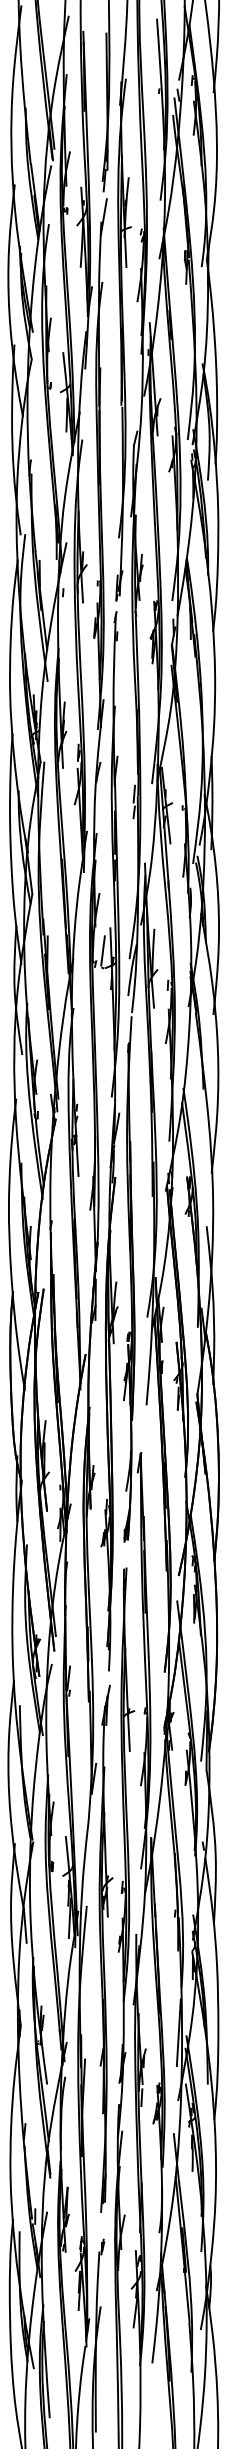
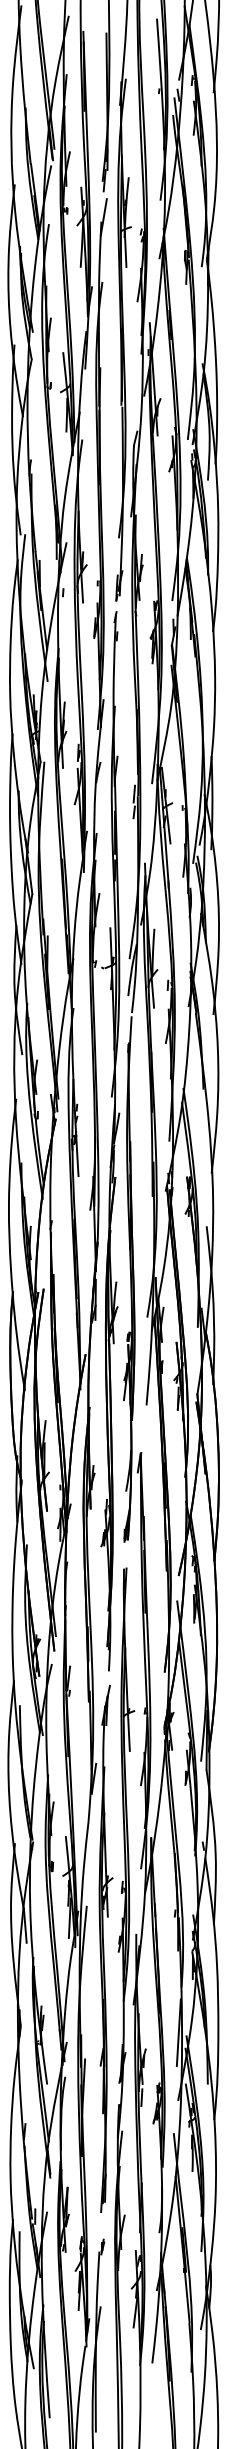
line at (102, 950): present -> none
